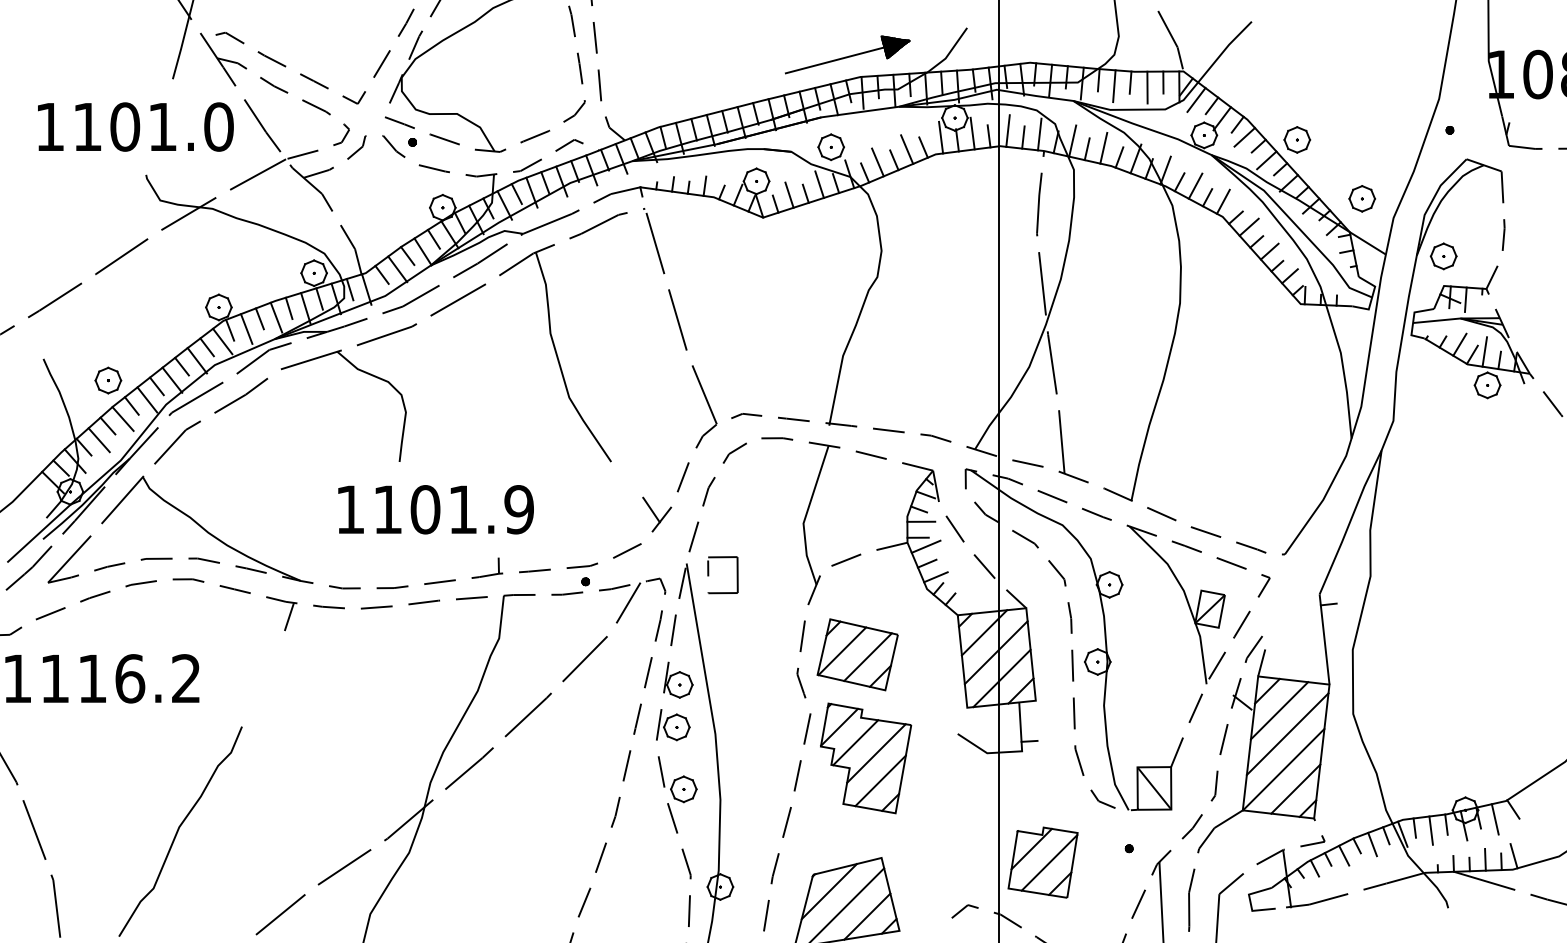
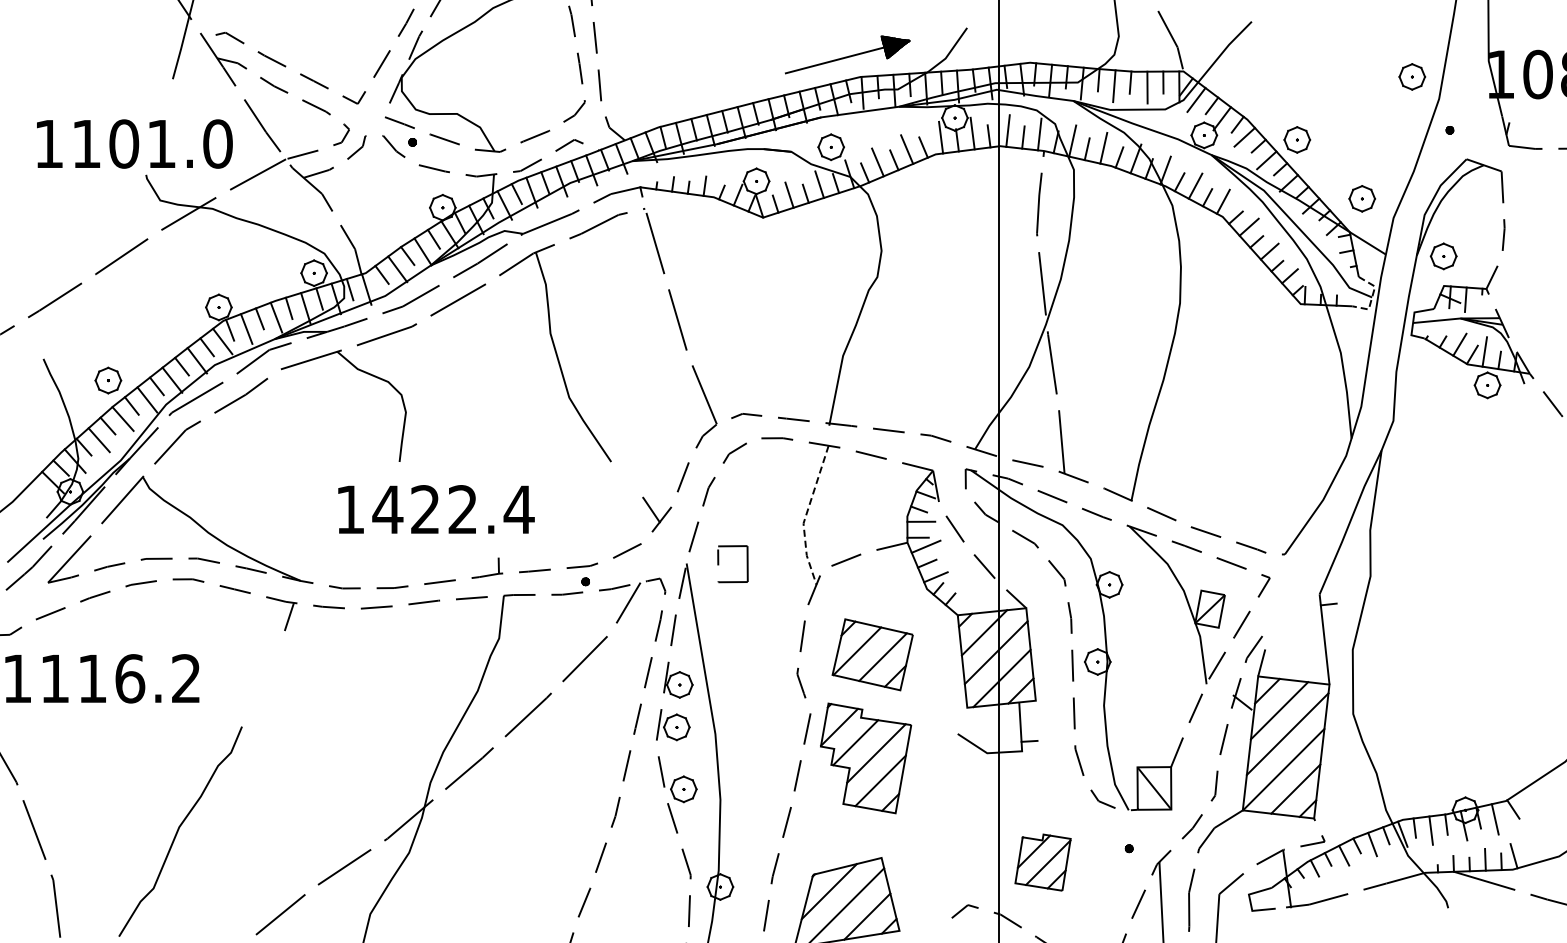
part at (1412, 76): none -> present
text at (135, 126) position: (135, 126) -> (134, 143)
line at (1372, 297): solid -> dashed
text at (453, 509): 1101.9 -> 1422.4
line at (805, 515): solid -> dashed
part at (709, 575) position: (709, 575) -> (719, 564)
part at (857, 654) position: (857, 654) -> (872, 654)
part at (1042, 862) size: 72x73 px -> 58x59 px
